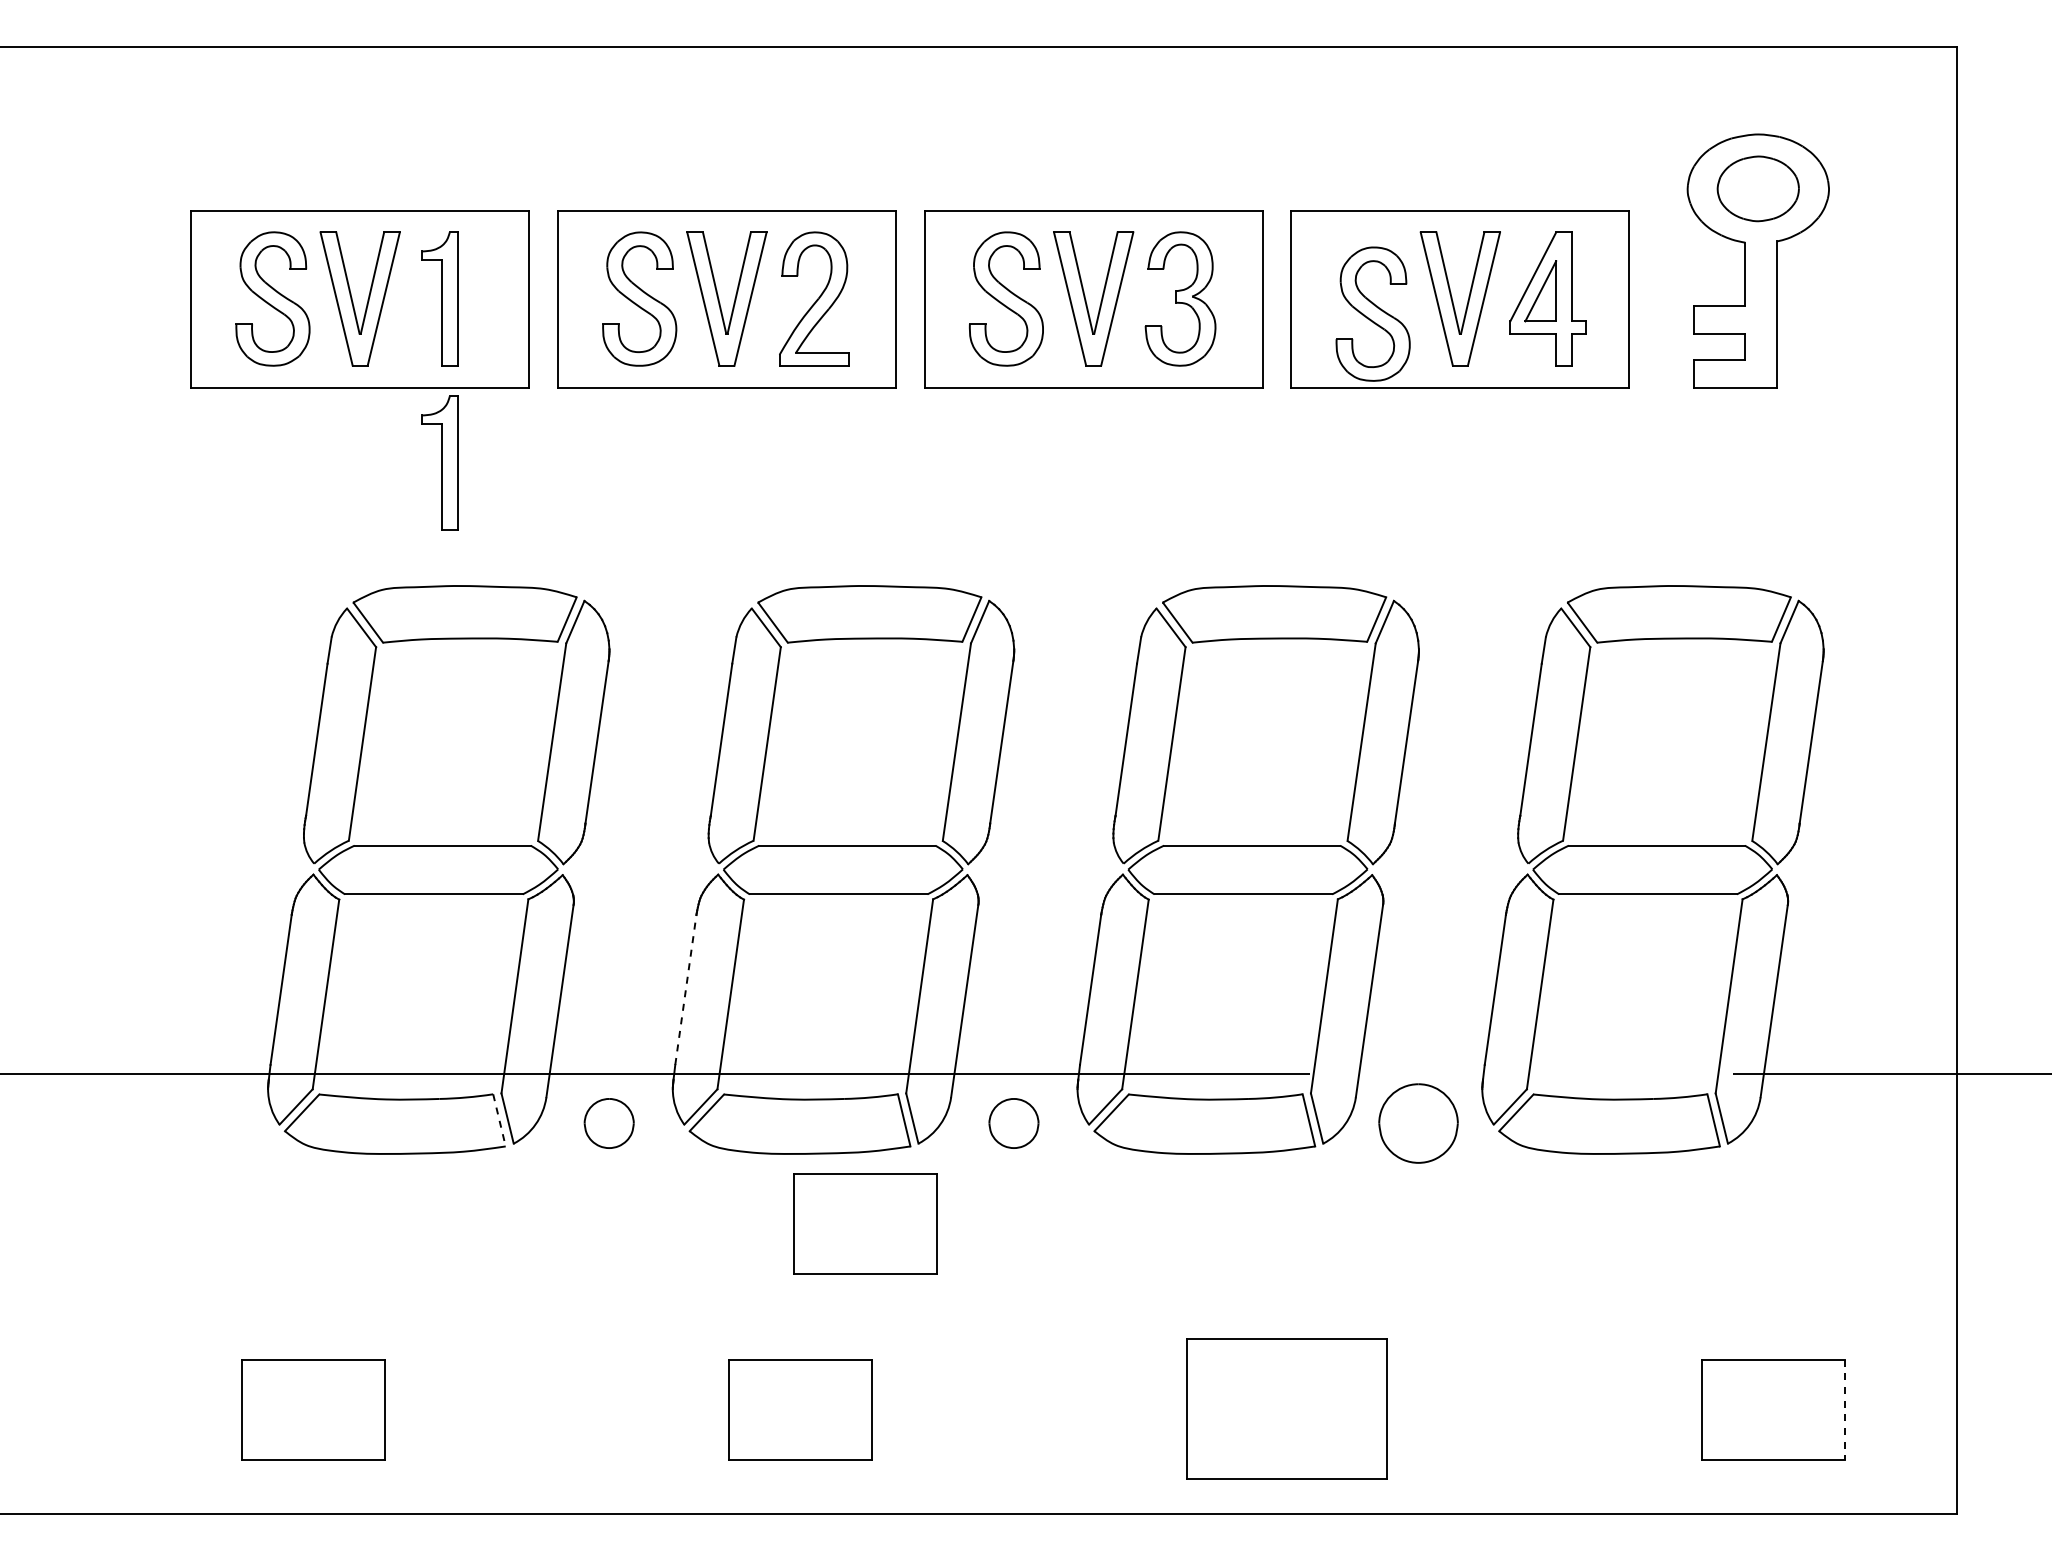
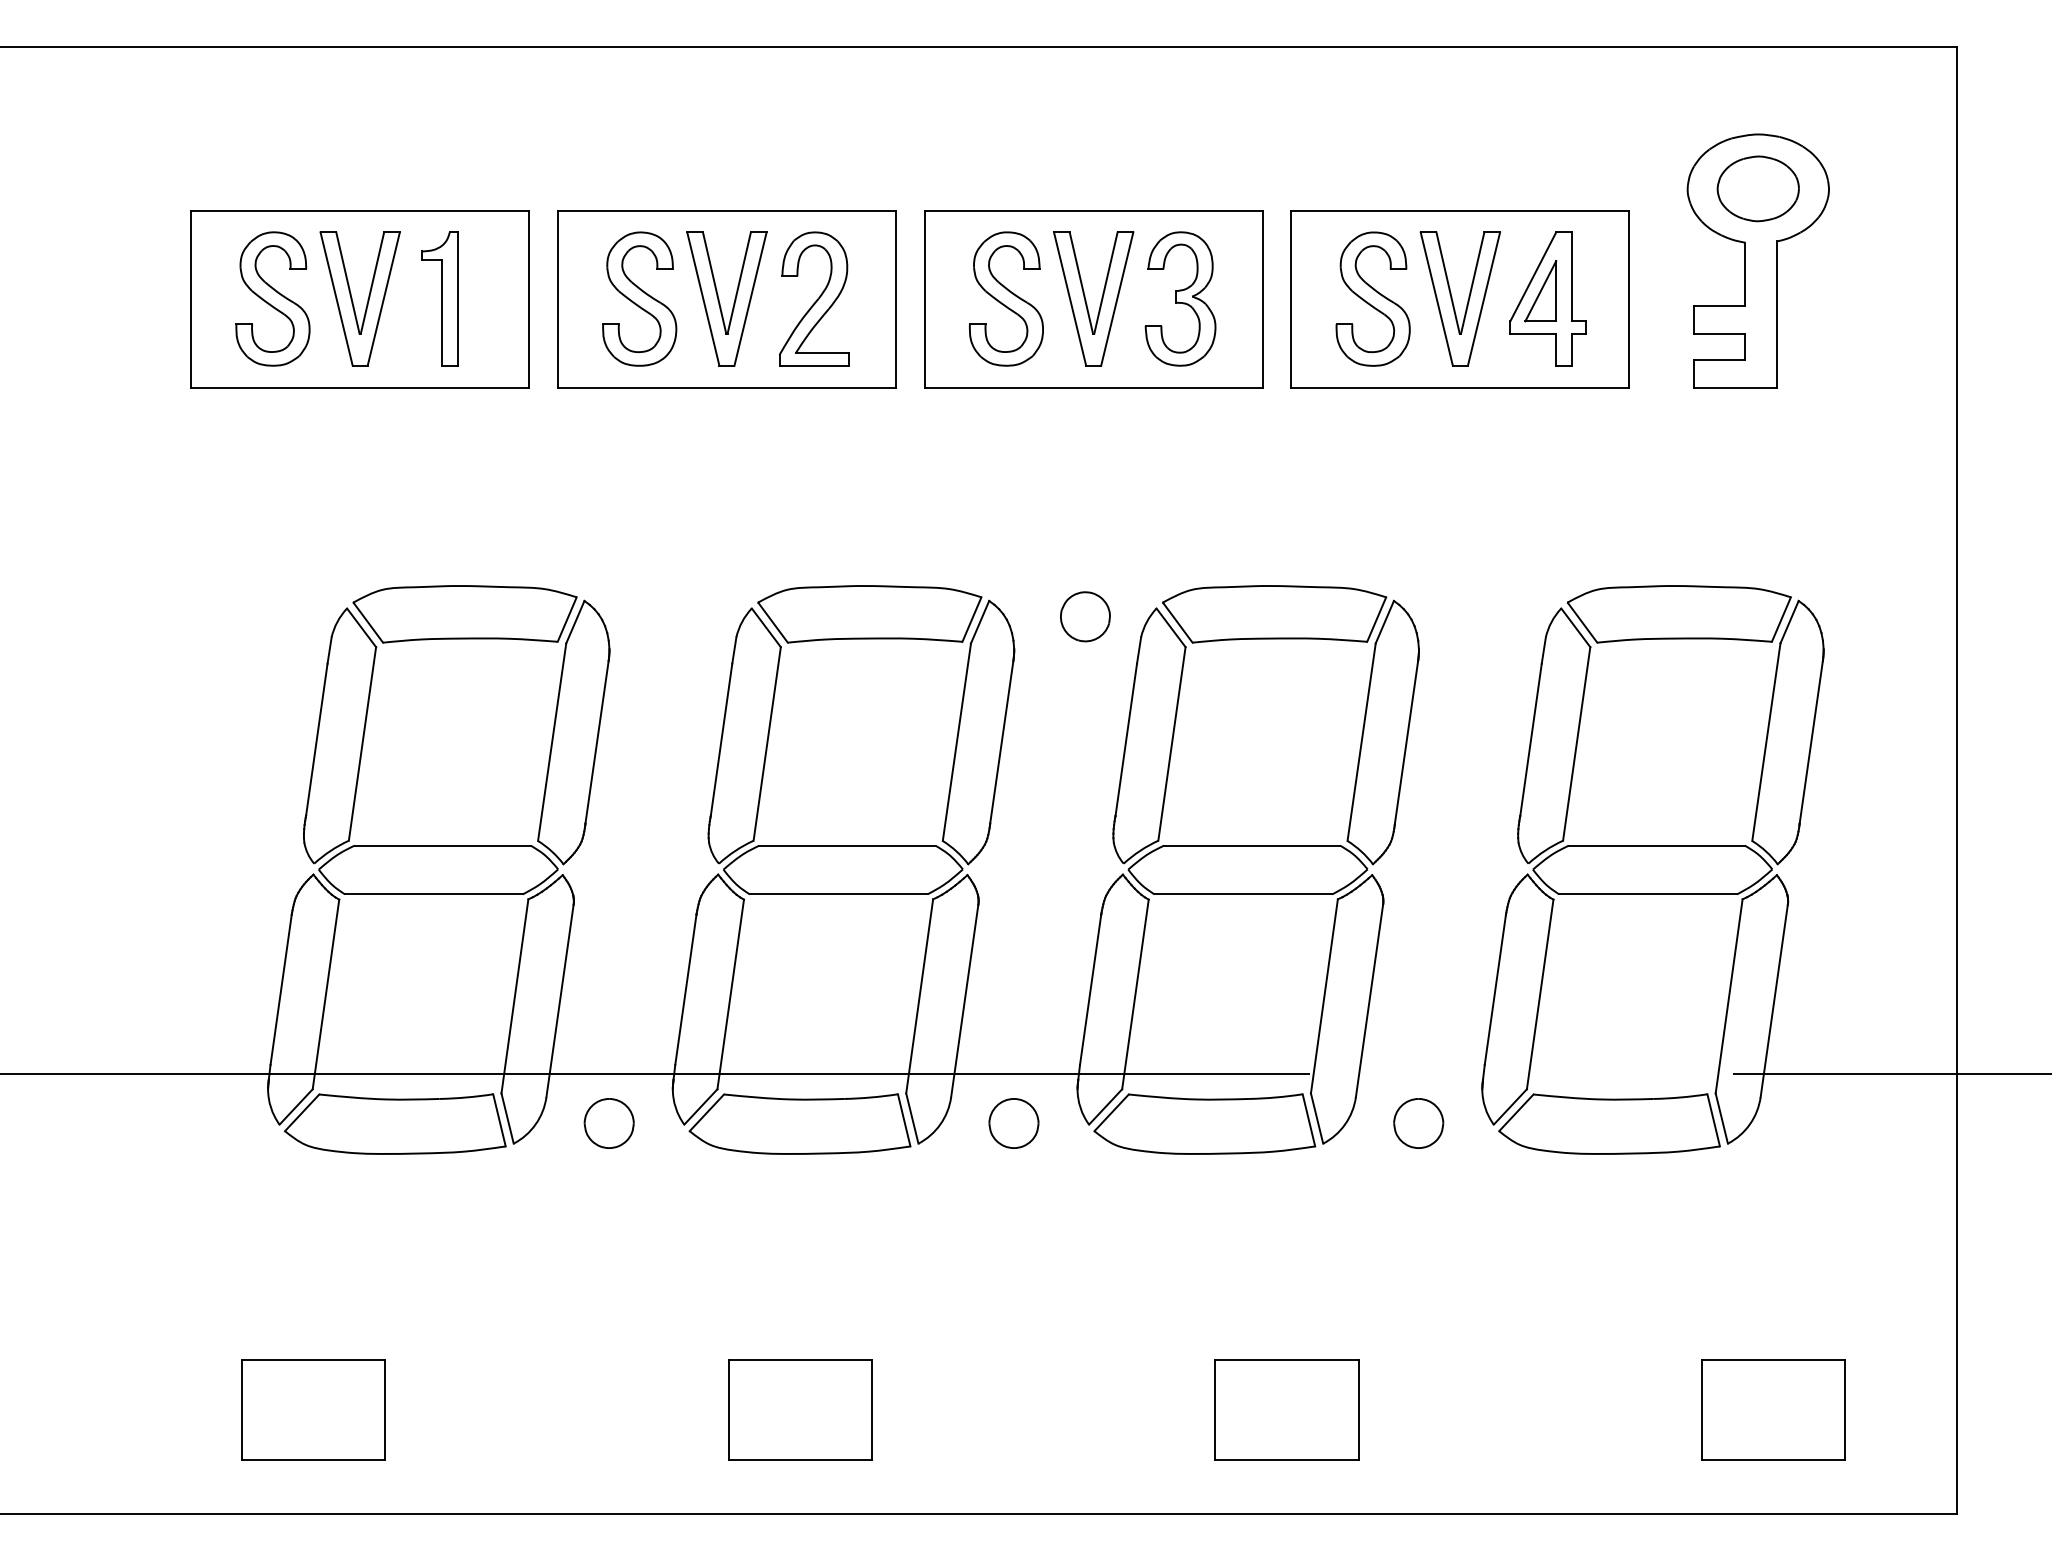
part at (1372, 313) position: (1372, 313) -> (1372, 298)
part at (439, 462): present -> none
part at (1085, 616): none -> present
line at (685, 989): dashed -> solid
line at (499, 1120): dashed -> solid
part at (1418, 1123) size: 81x81 px -> 52x51 px
part at (865, 1223): present -> none
part at (1286, 1408) size: 202x142 px -> 146x102 px
line at (1845, 1409): dashed -> solid
